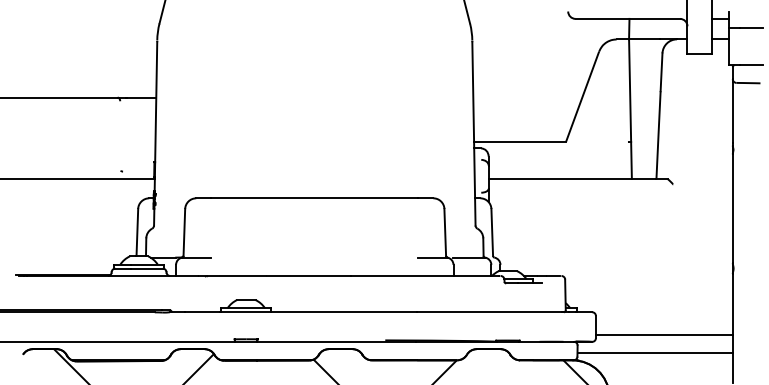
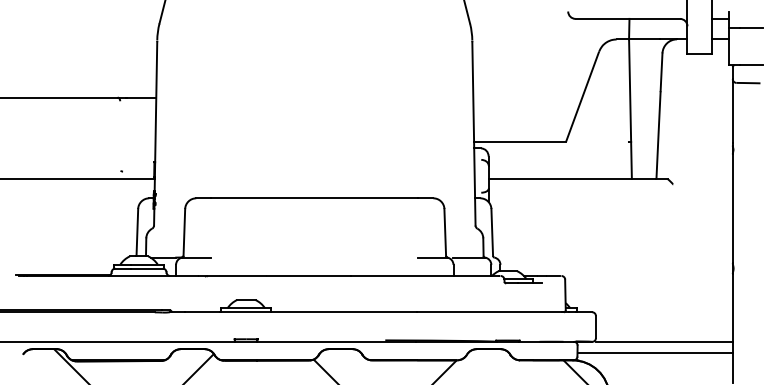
line at (663, 334) position: (663, 334) -> (663, 341)
